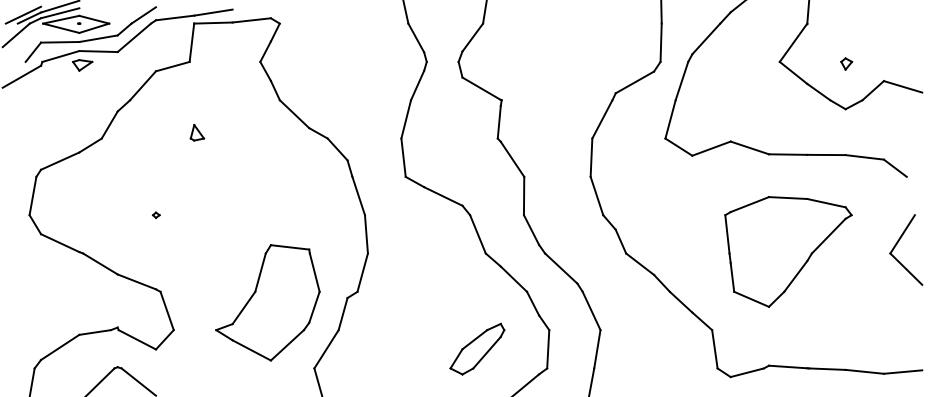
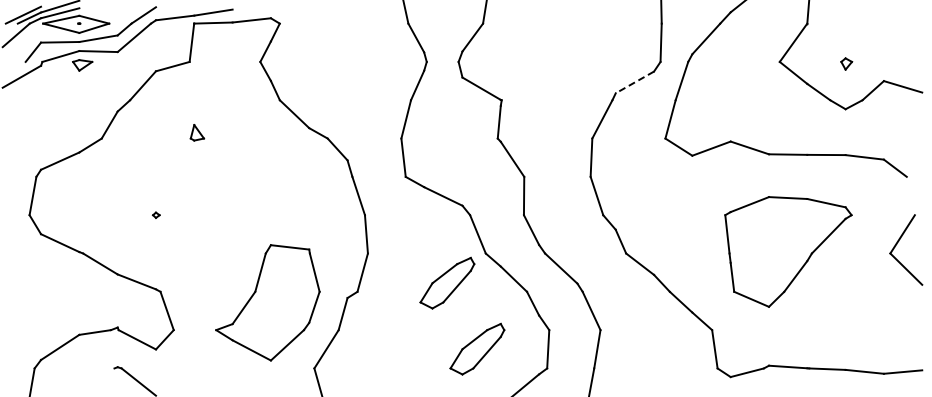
line at (634, 82): solid -> dashed
part at (447, 282): none -> present
line at (101, 380): present -> none
